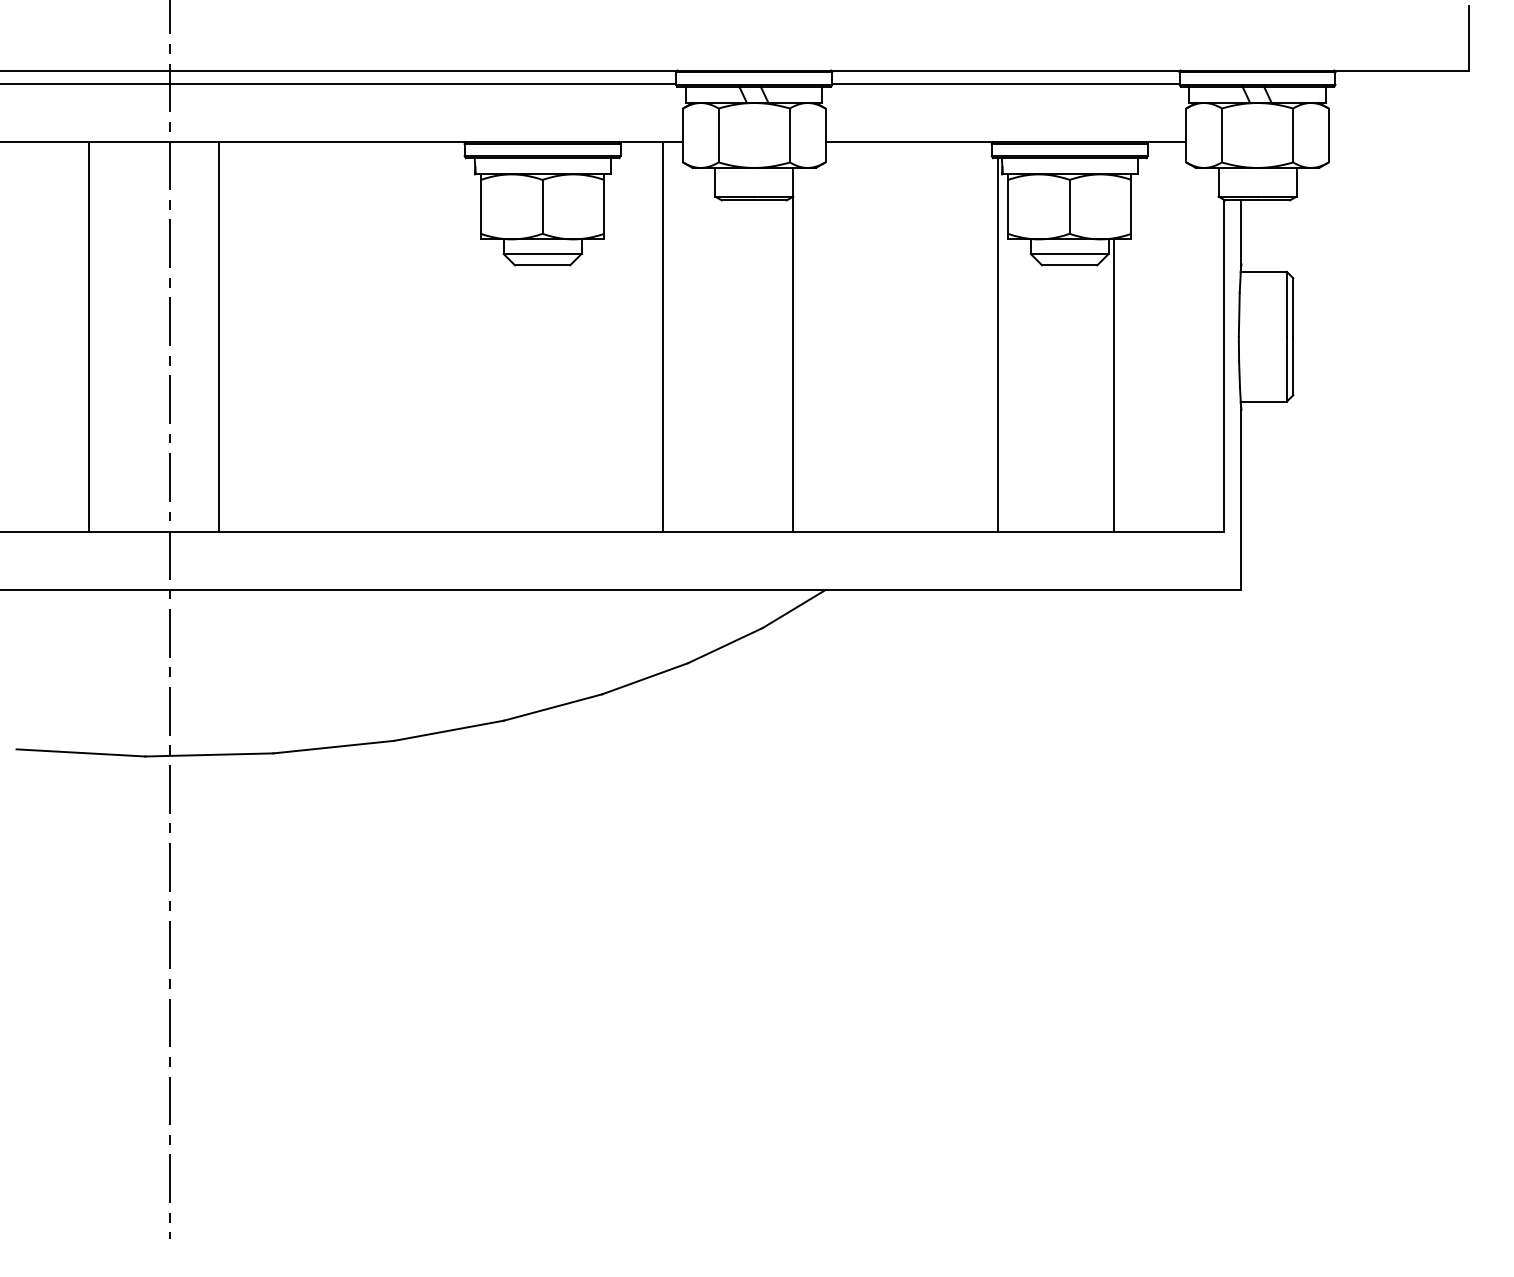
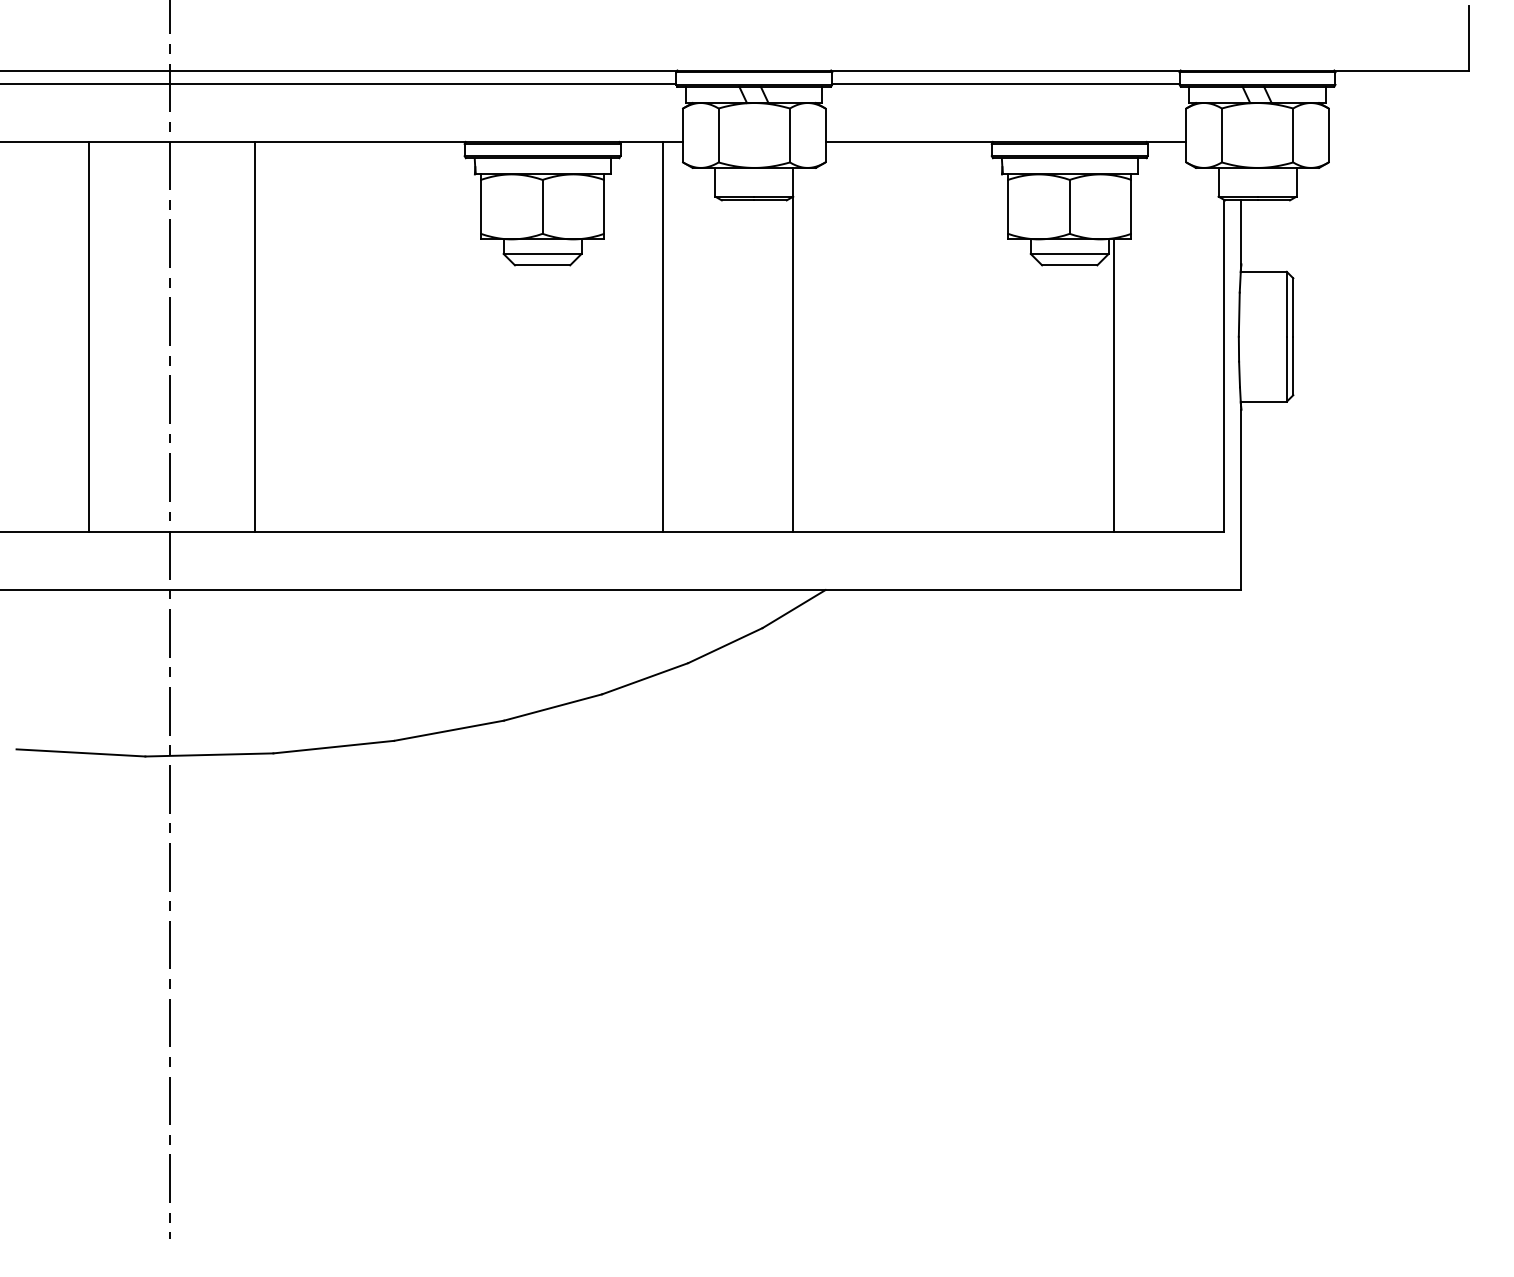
line at (219, 336) position: (219, 336) -> (255, 336)
line at (998, 344): present -> none
